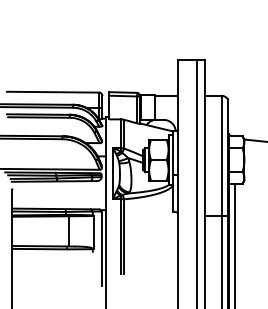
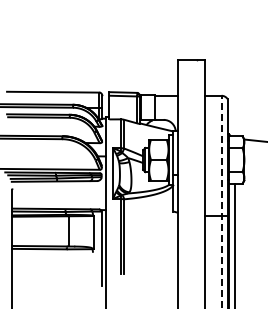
line at (197, 182): present -> none
line at (221, 201): solid -> dashed
